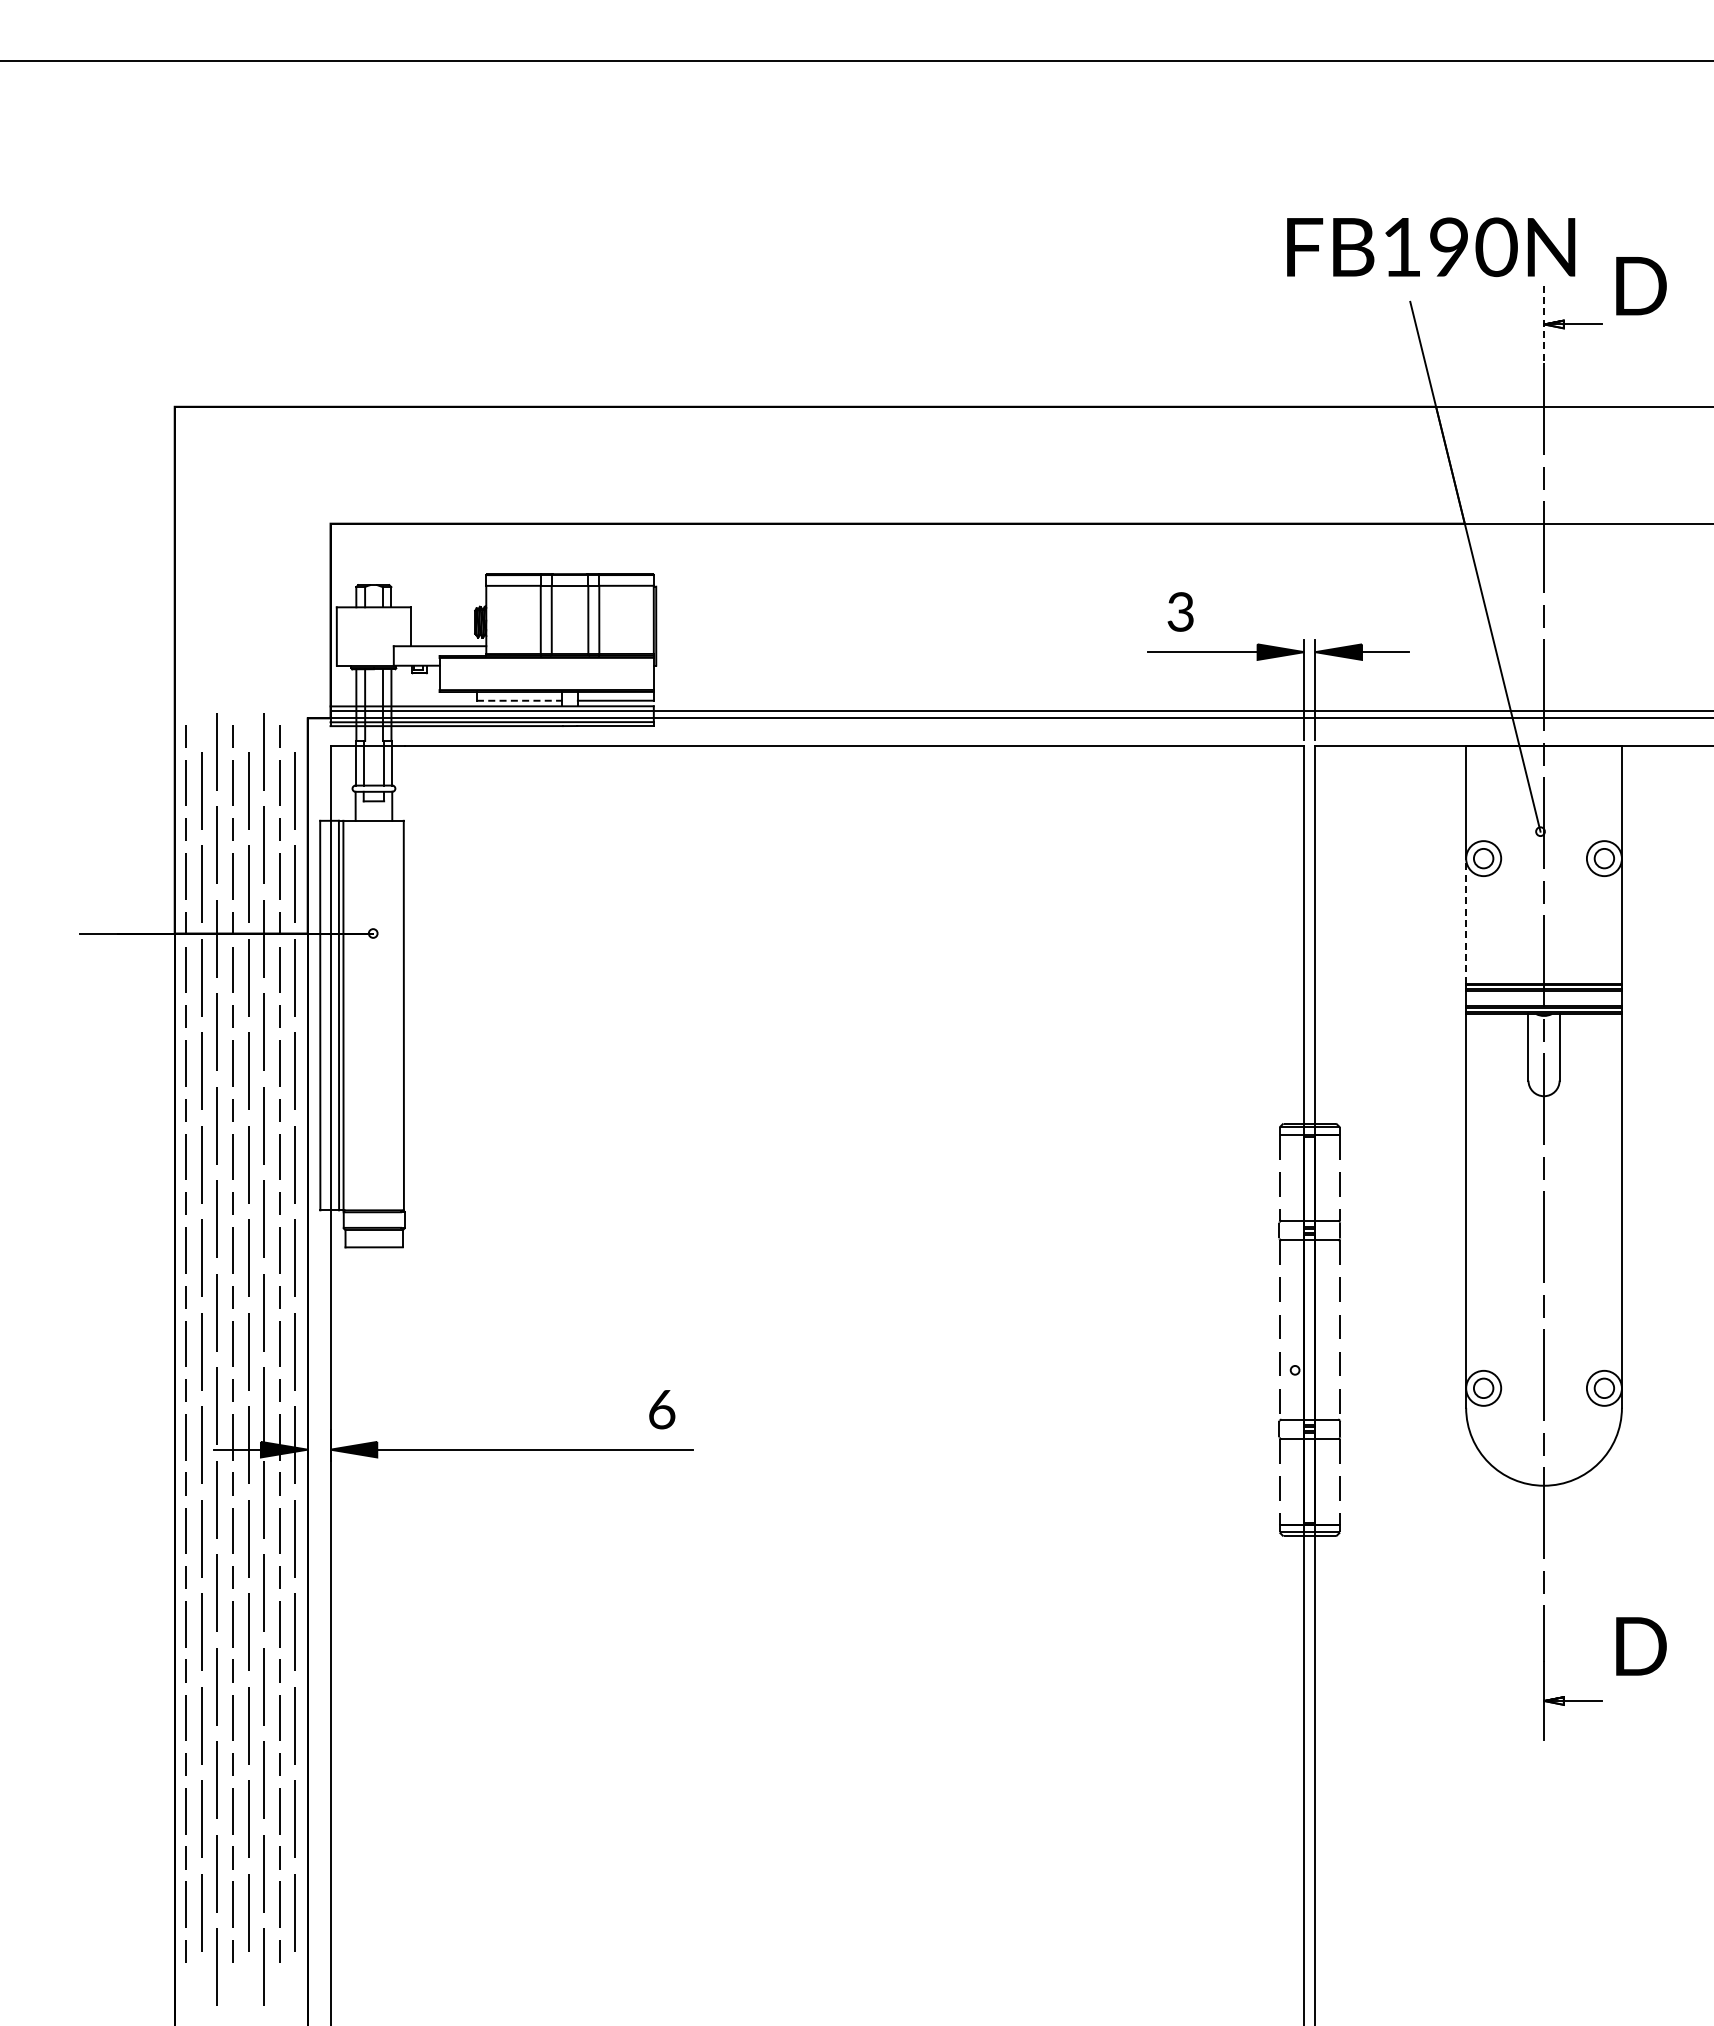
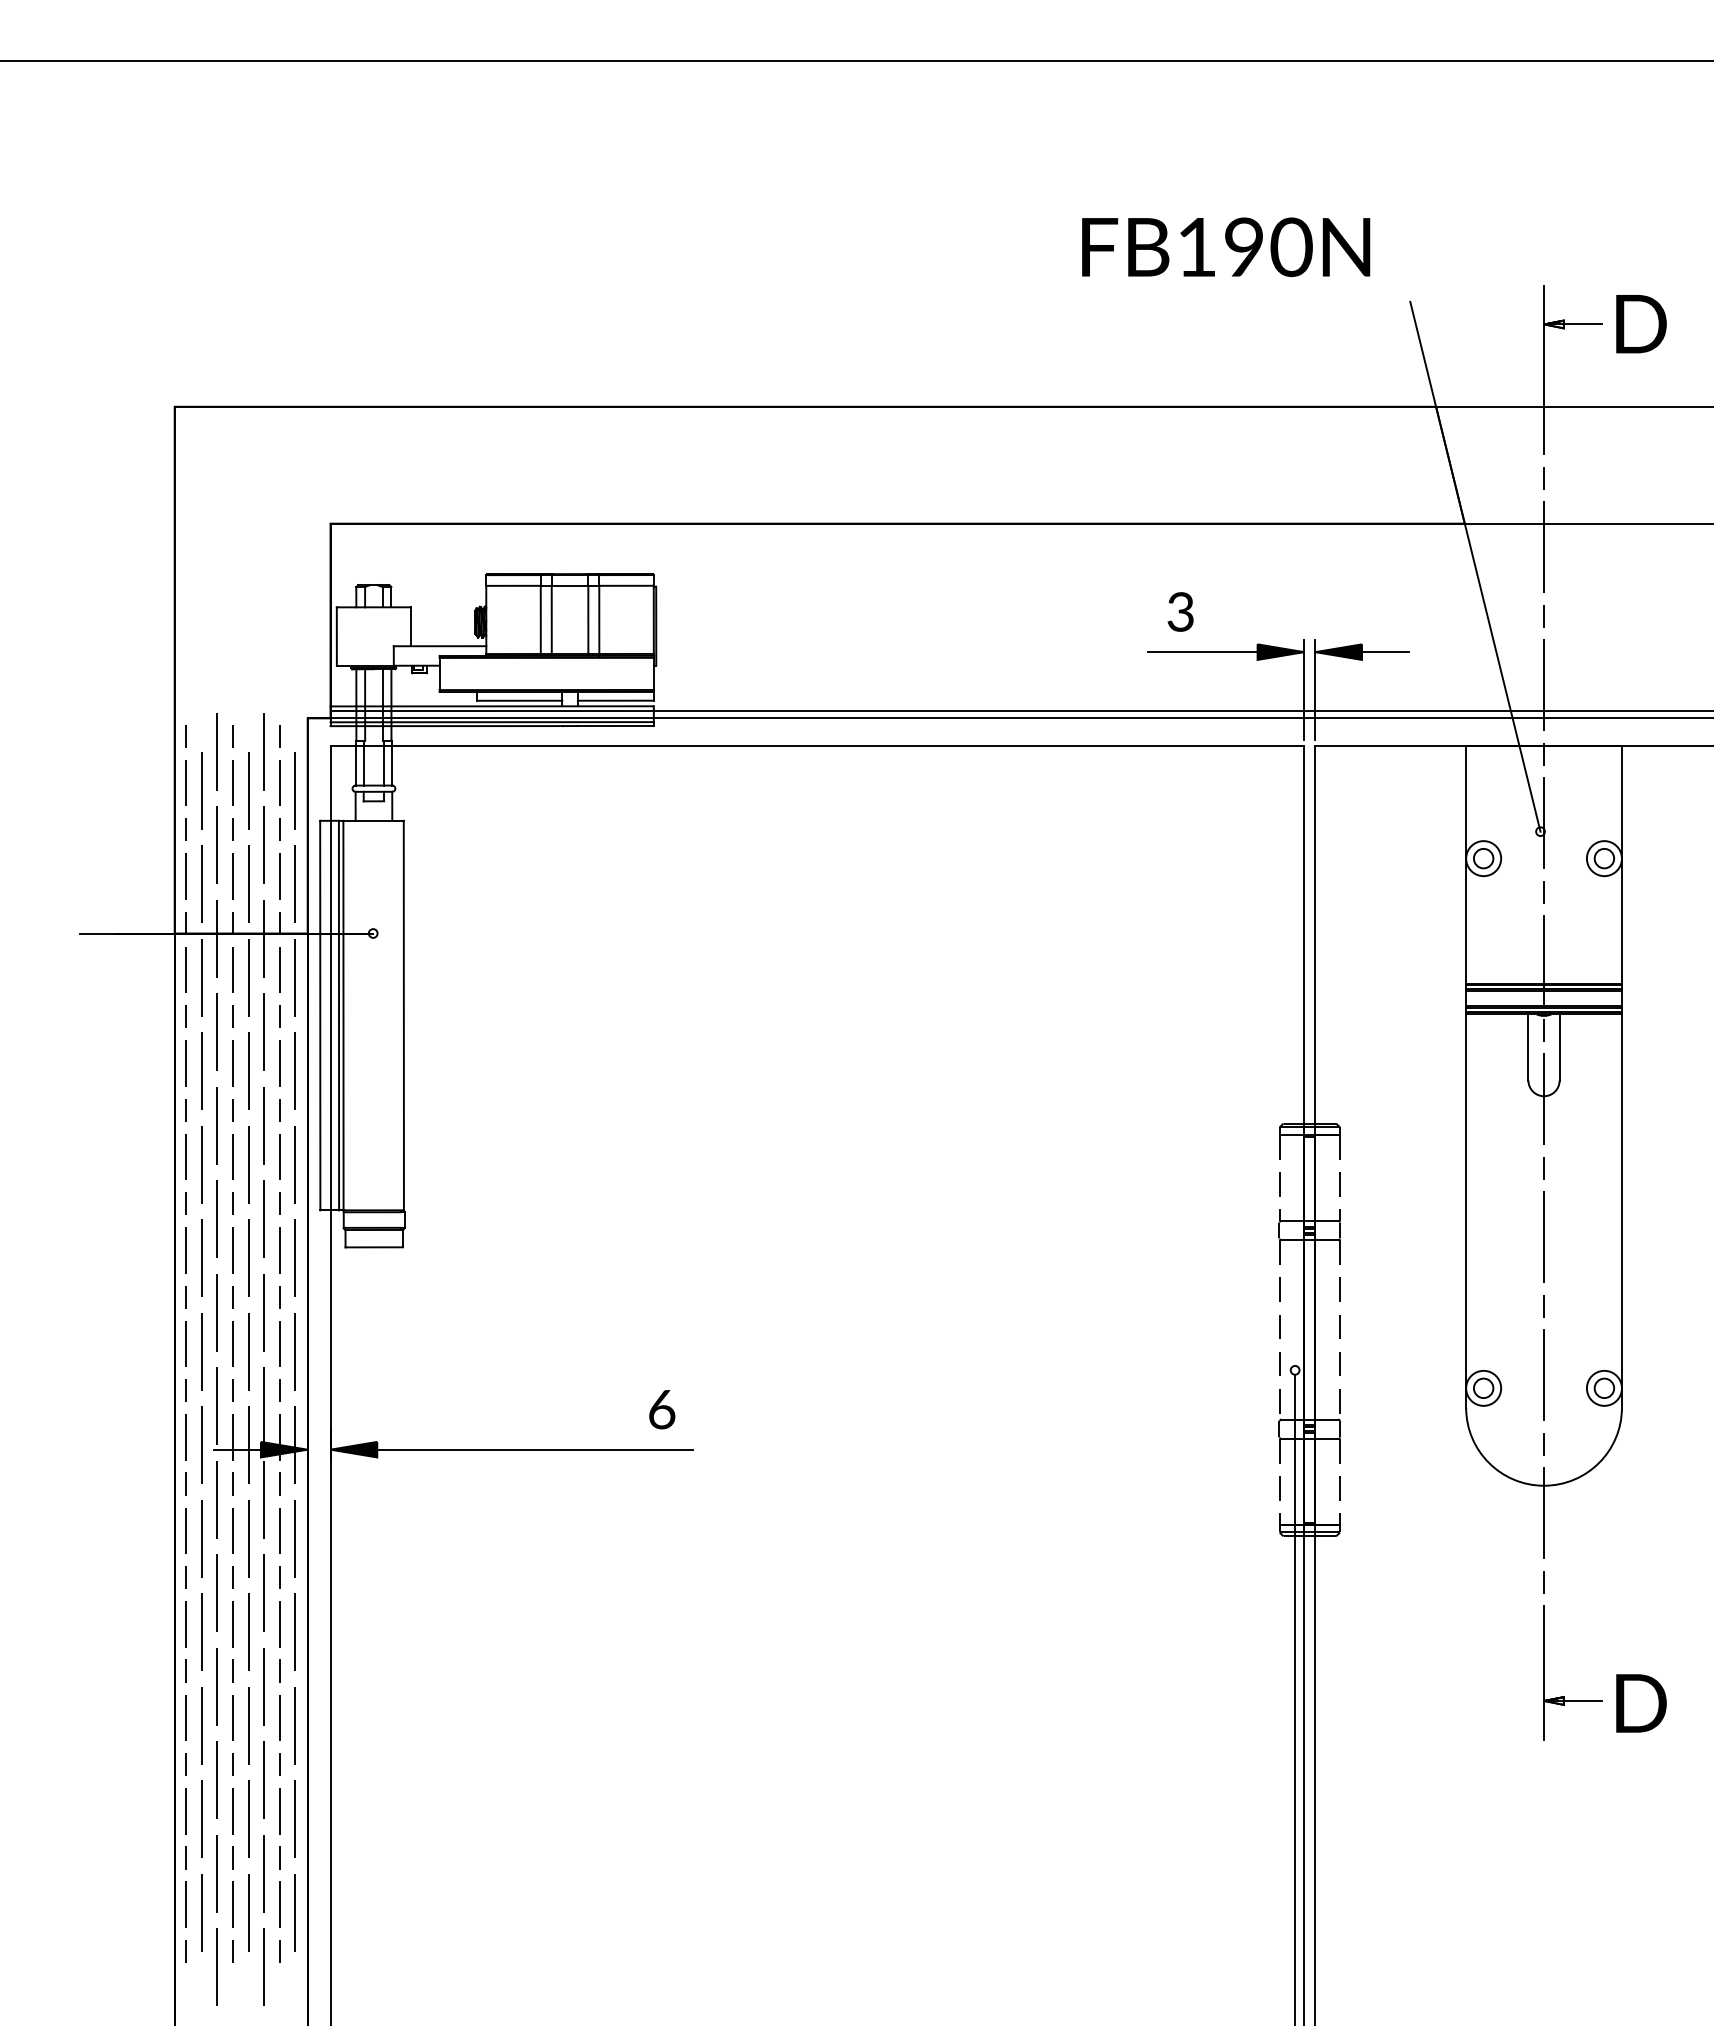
text at (1431, 247) position: (1431, 247) -> (1226, 247)
text at (1641, 286) position: (1641, 286) -> (1641, 324)
line at (1544, 324): dashed -> solid
line at (519, 700): dashed -> solid
line at (1466, 920): dashed -> solid
text at (1641, 1646) position: (1641, 1646) -> (1641, 1703)
line at (1295, 1698): none -> present
